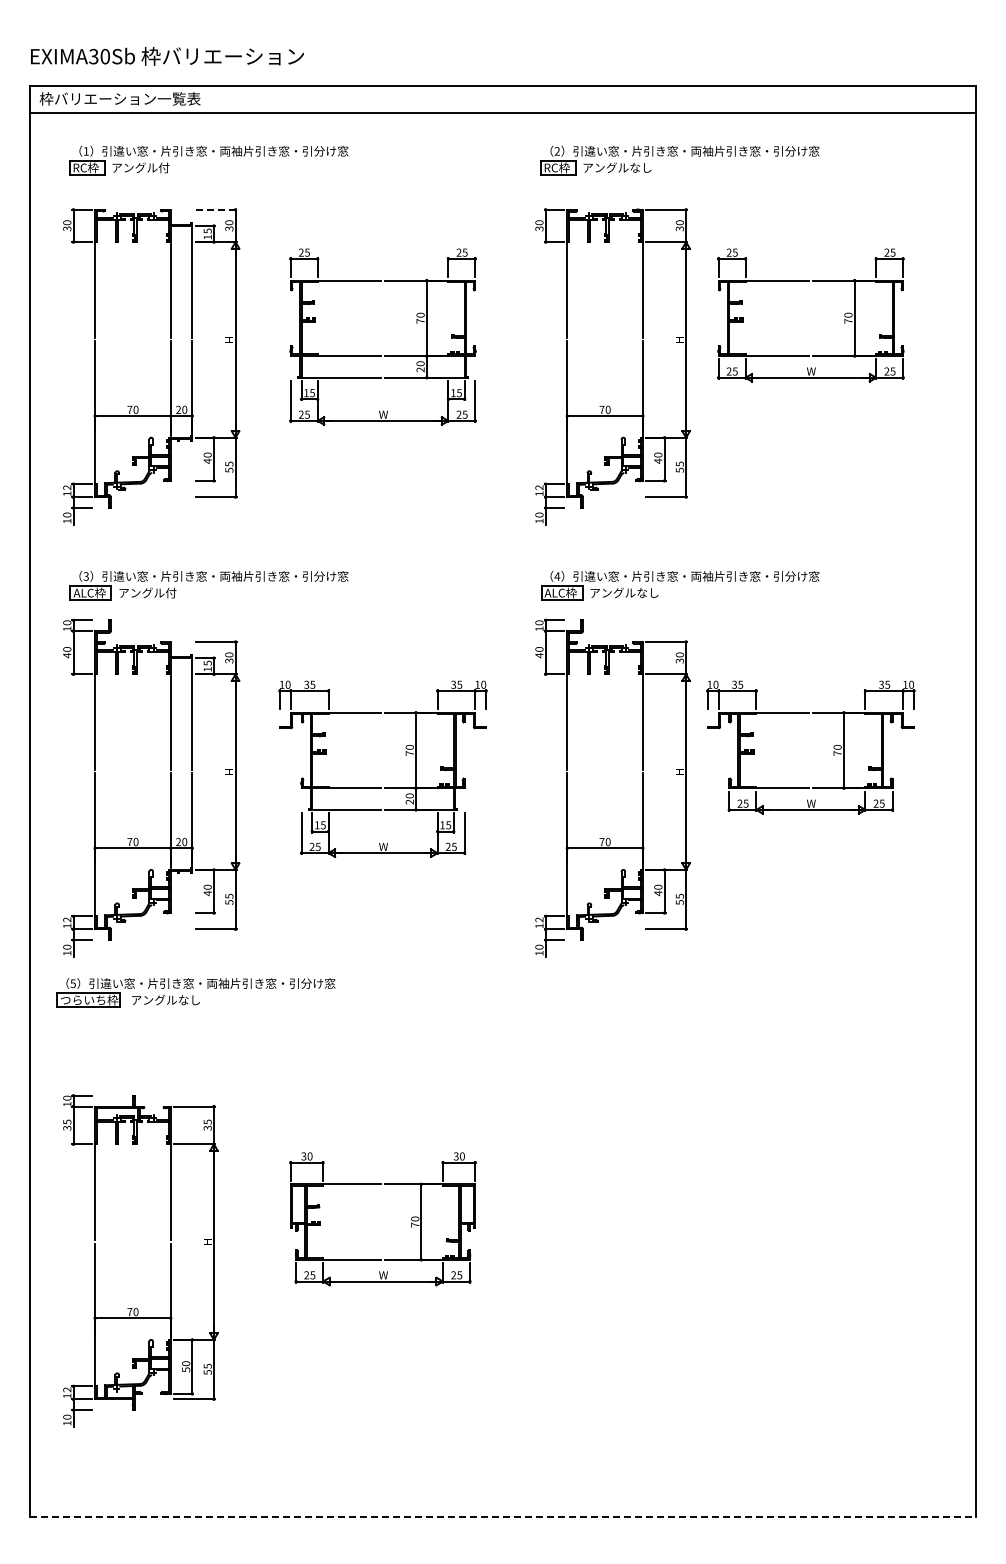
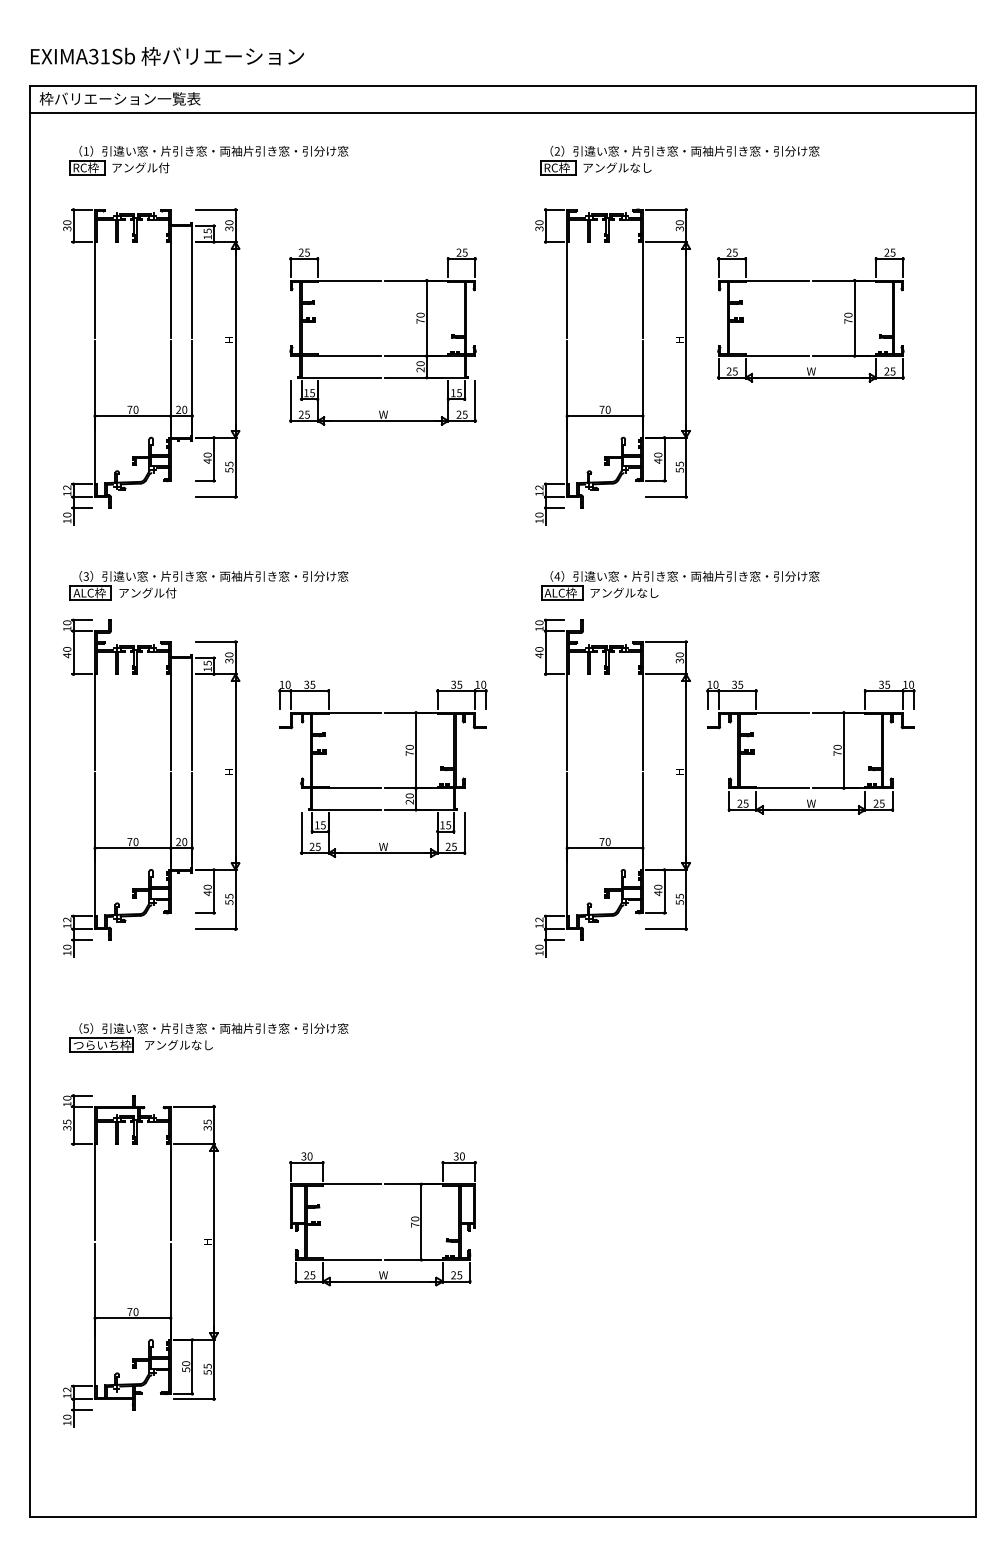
text at (104, 56): EXIMA30Sb -> EXIMA31Sb
line at (216, 209): dashed -> solid
part at (195, 992) position: (195, 992) -> (208, 1037)
line at (503, 1517): dashed -> solid
